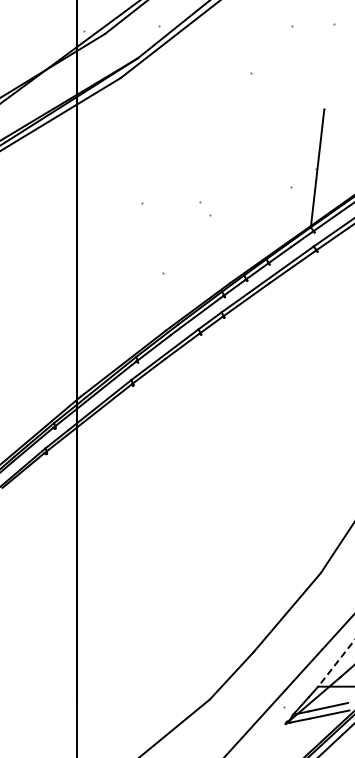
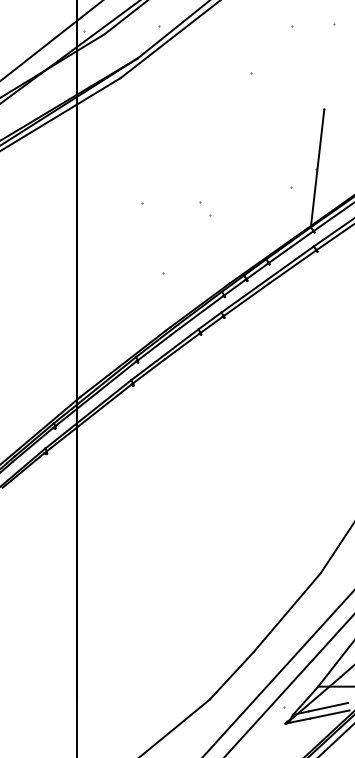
line at (51, 40): none -> present
line at (336, 663): dashed -> solid
line at (278, 673): none -> present
